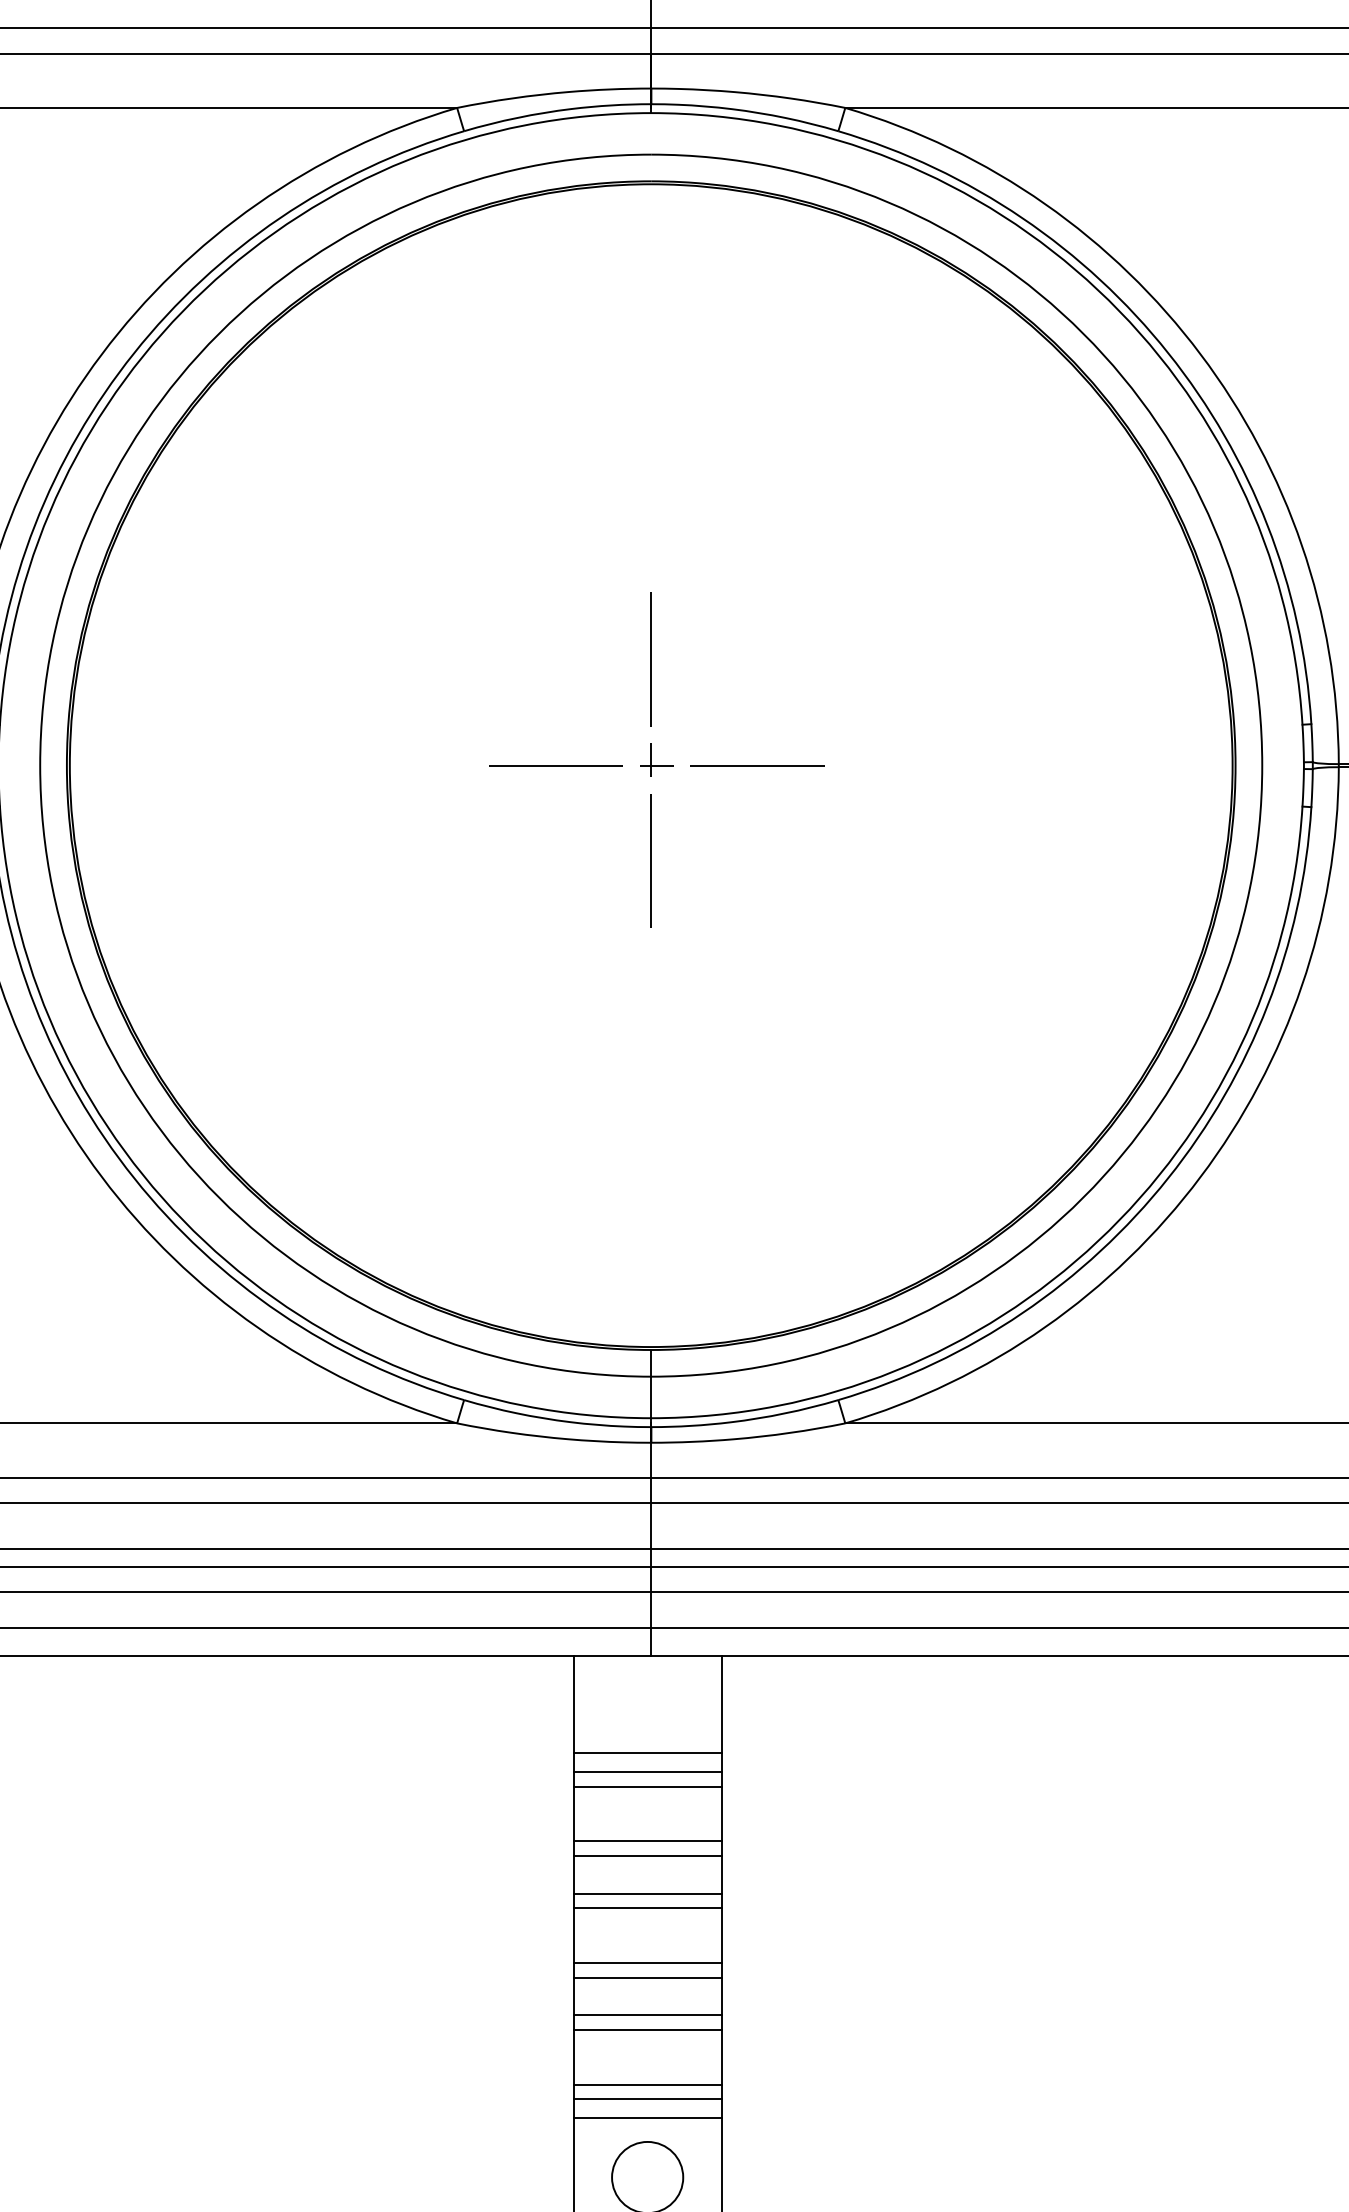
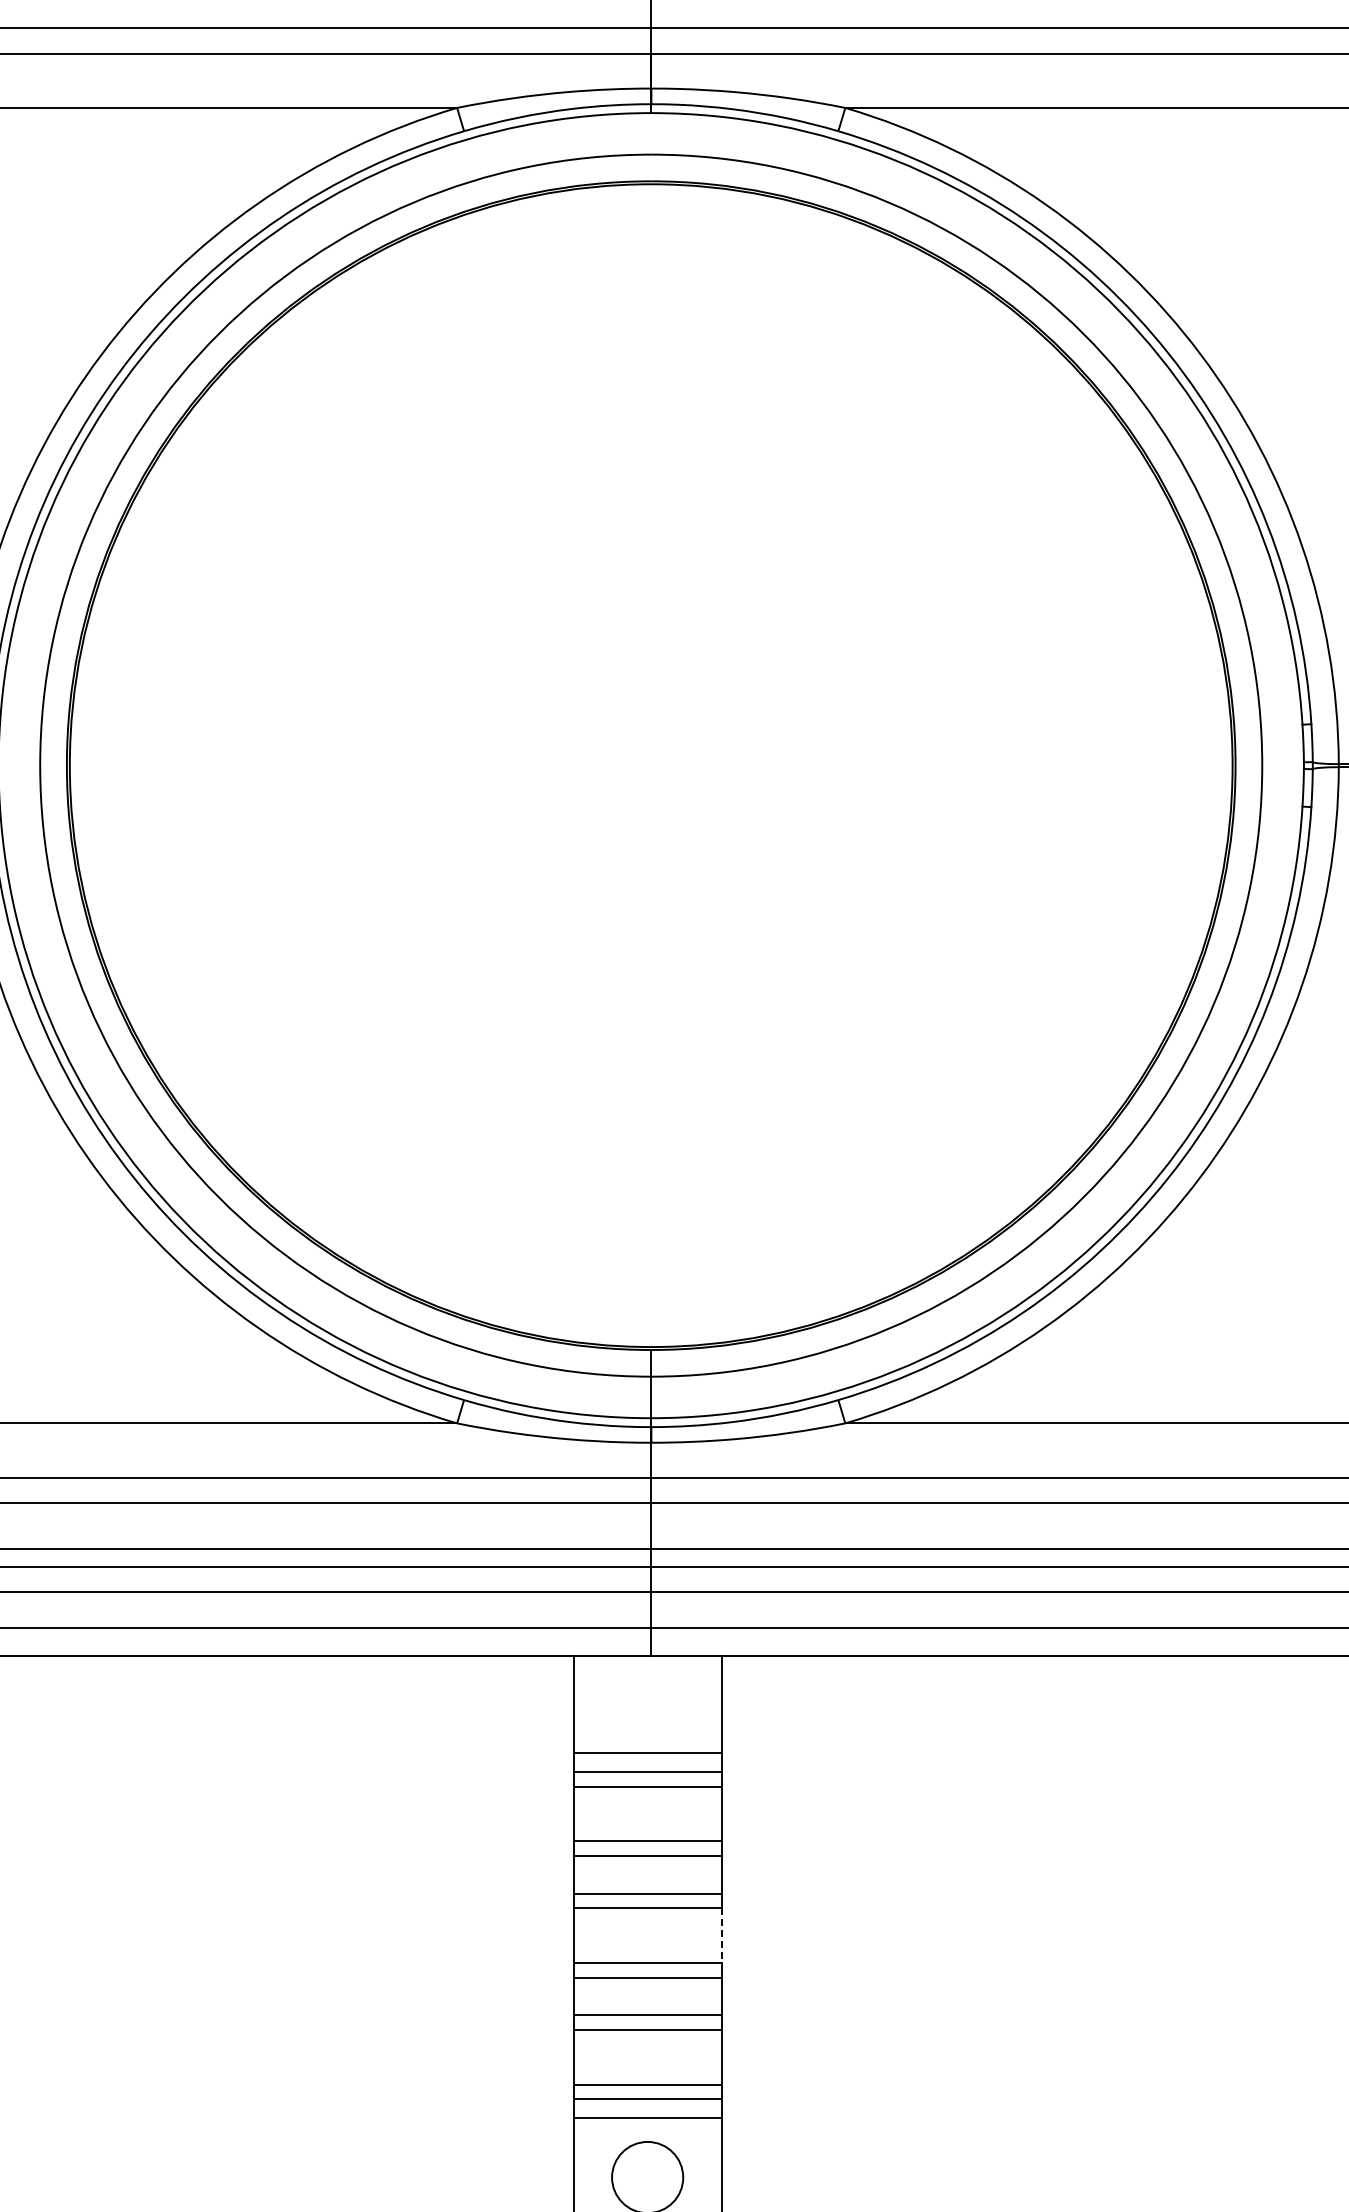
part at (656, 759): present -> none
line at (721, 1936): solid -> dashed
